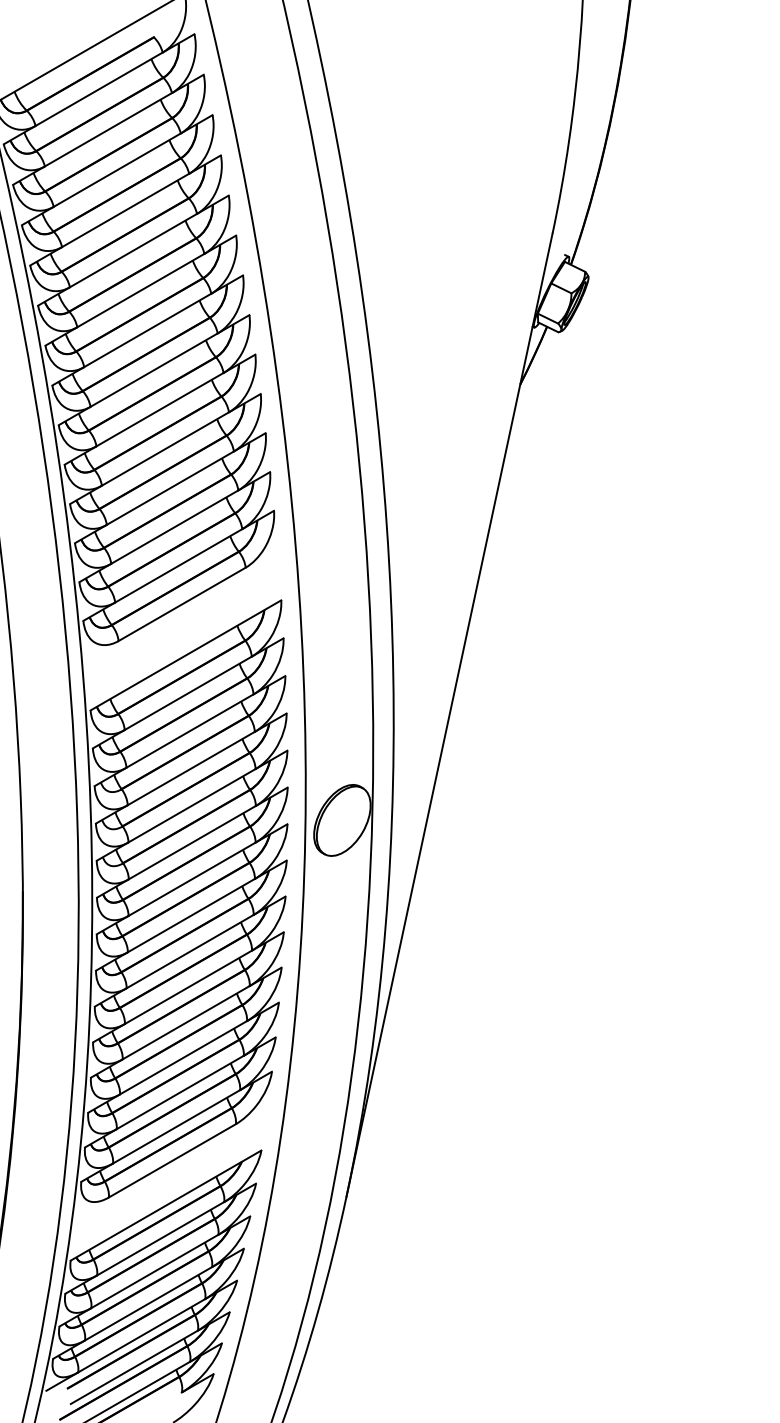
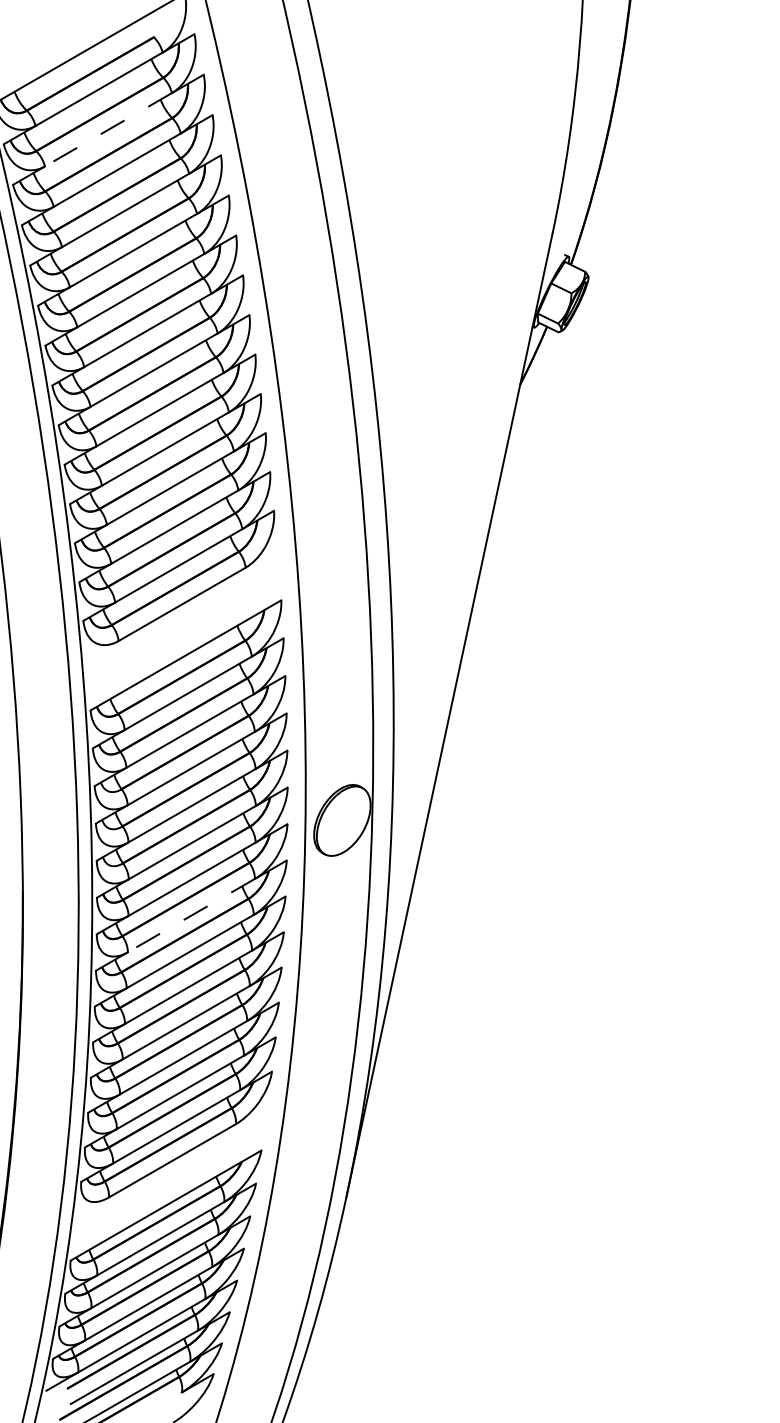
line at (108, 130): solid -> dashed
line at (190, 915): solid -> dashed
